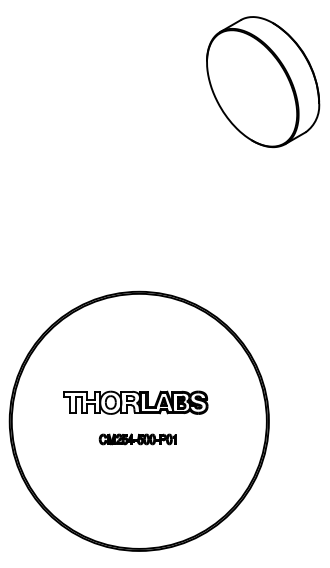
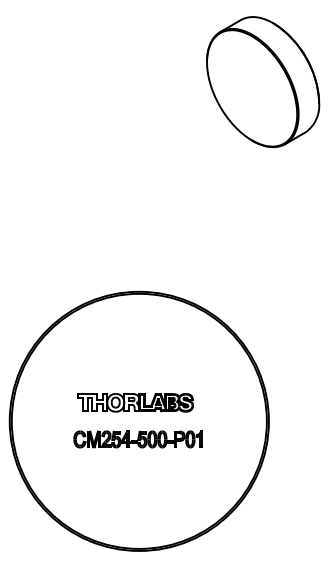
part at (135, 402) size: 146x25 px -> 117x20 px
part at (137, 439) size: 79x13 px -> 130x19 px
